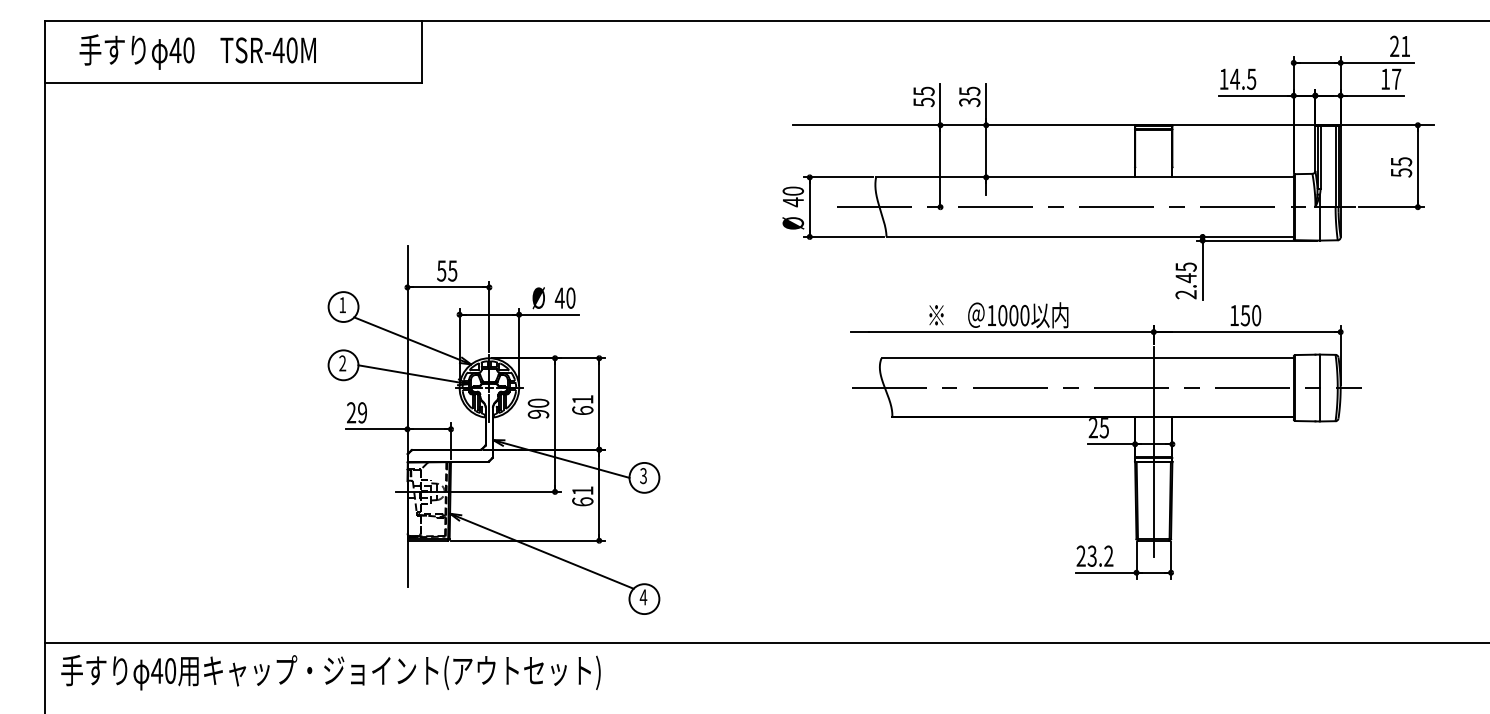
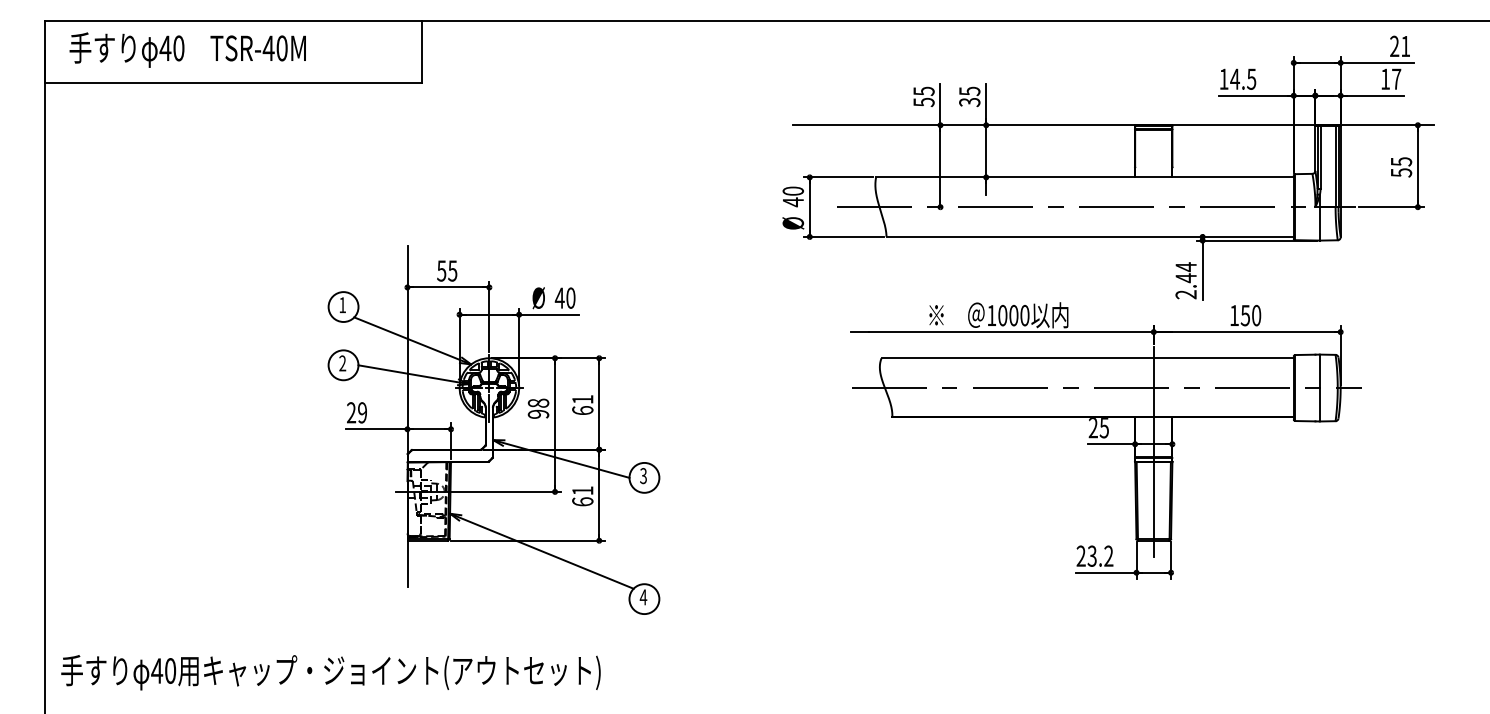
text at (197, 51) position: (197, 51) -> (187, 49)
text at (1185, 267): 2.45 -> 2.44
text at (538, 402): 90 -> 98
line at (765, 642): present -> none
